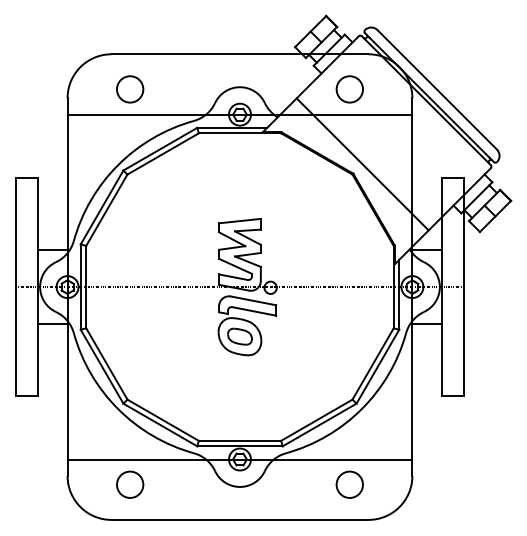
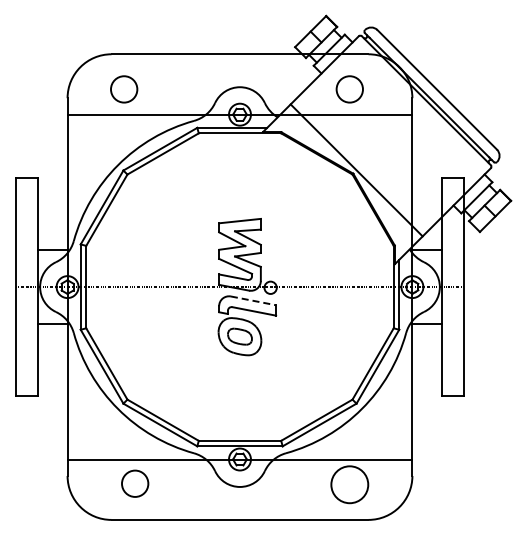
circle at (130, 89) position: (130, 89) -> (124, 89)
line at (362, 164) position: (362, 164) -> (356, 170)
line at (254, 300): solid -> dashed
circle at (130, 484) position: (130, 484) -> (135, 483)
circle at (349, 484) diameter: 26 px -> 37 px
